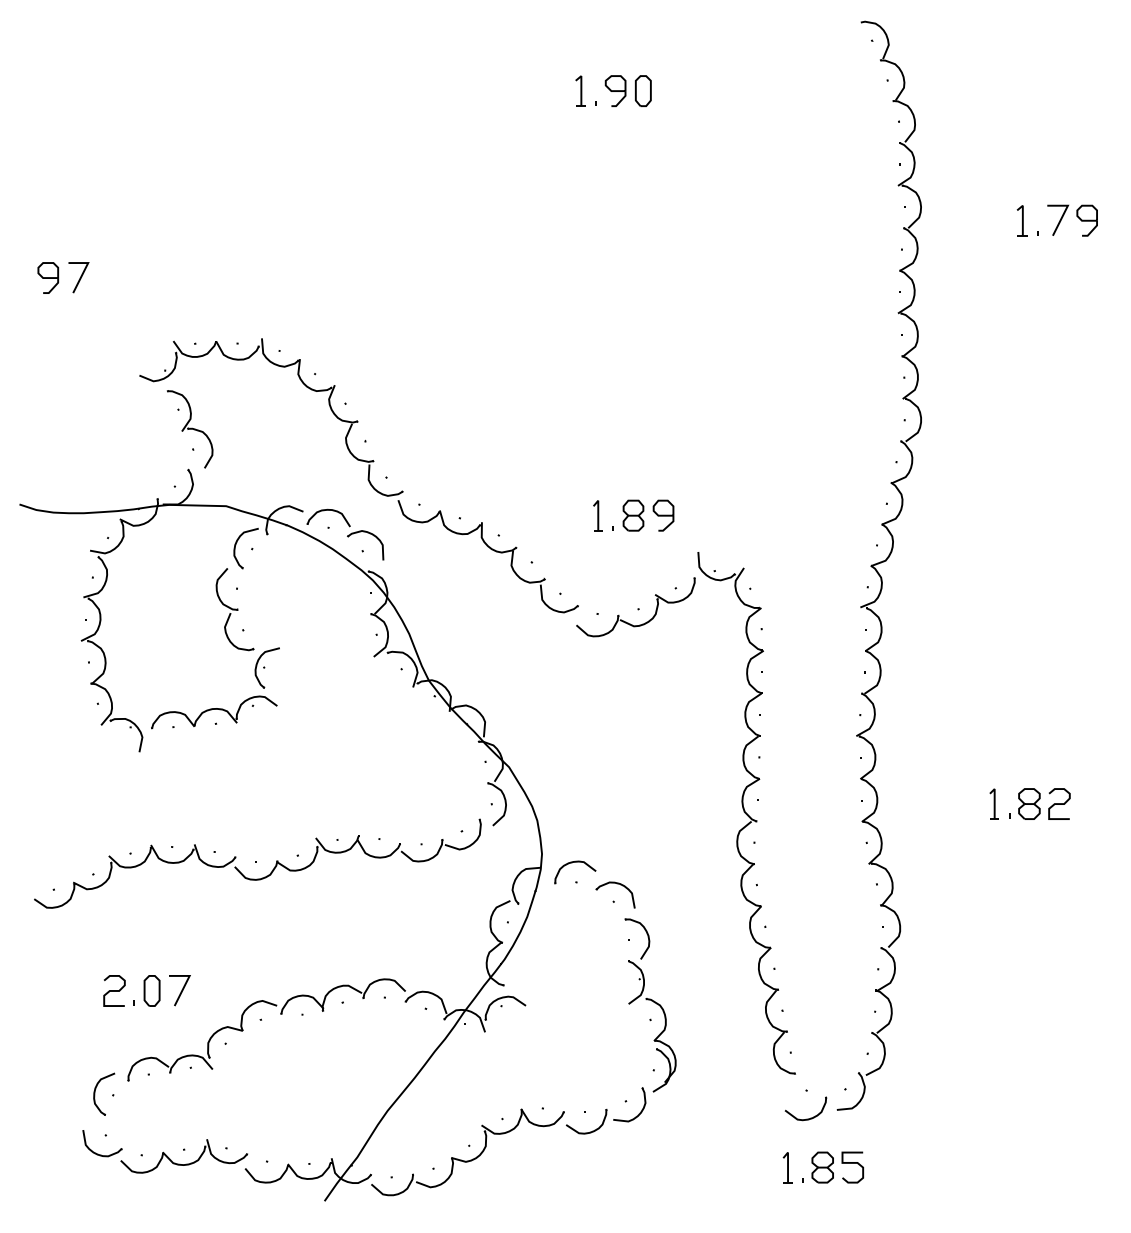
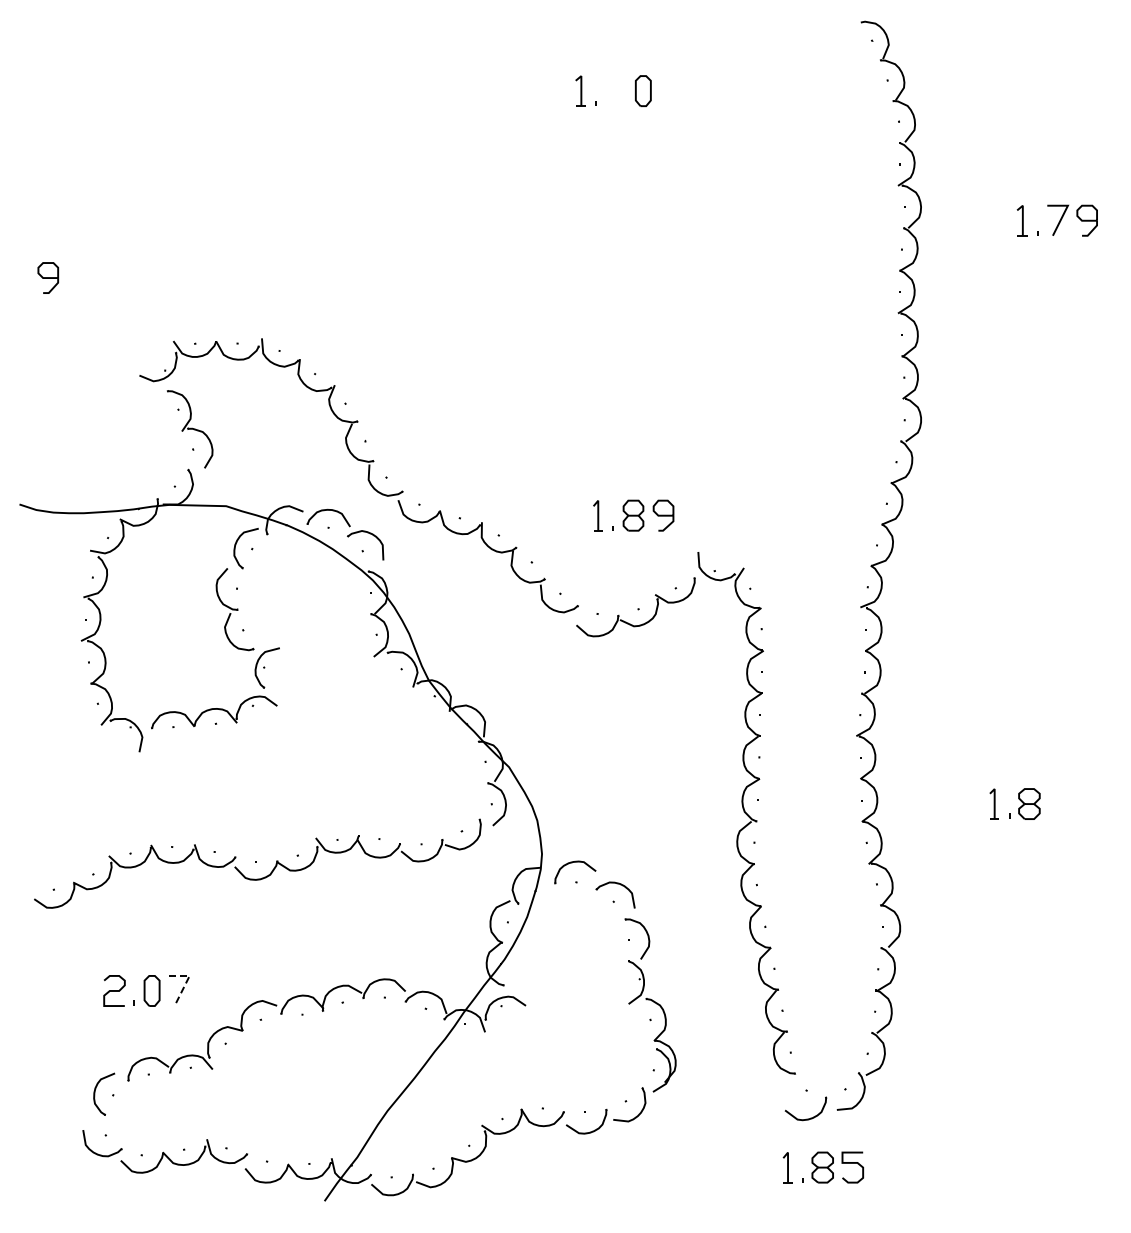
part at (615, 90): present -> none
line at (79, 278): present -> none
curve at (1059, 803): present -> none
line at (187, 981): solid -> dashed
